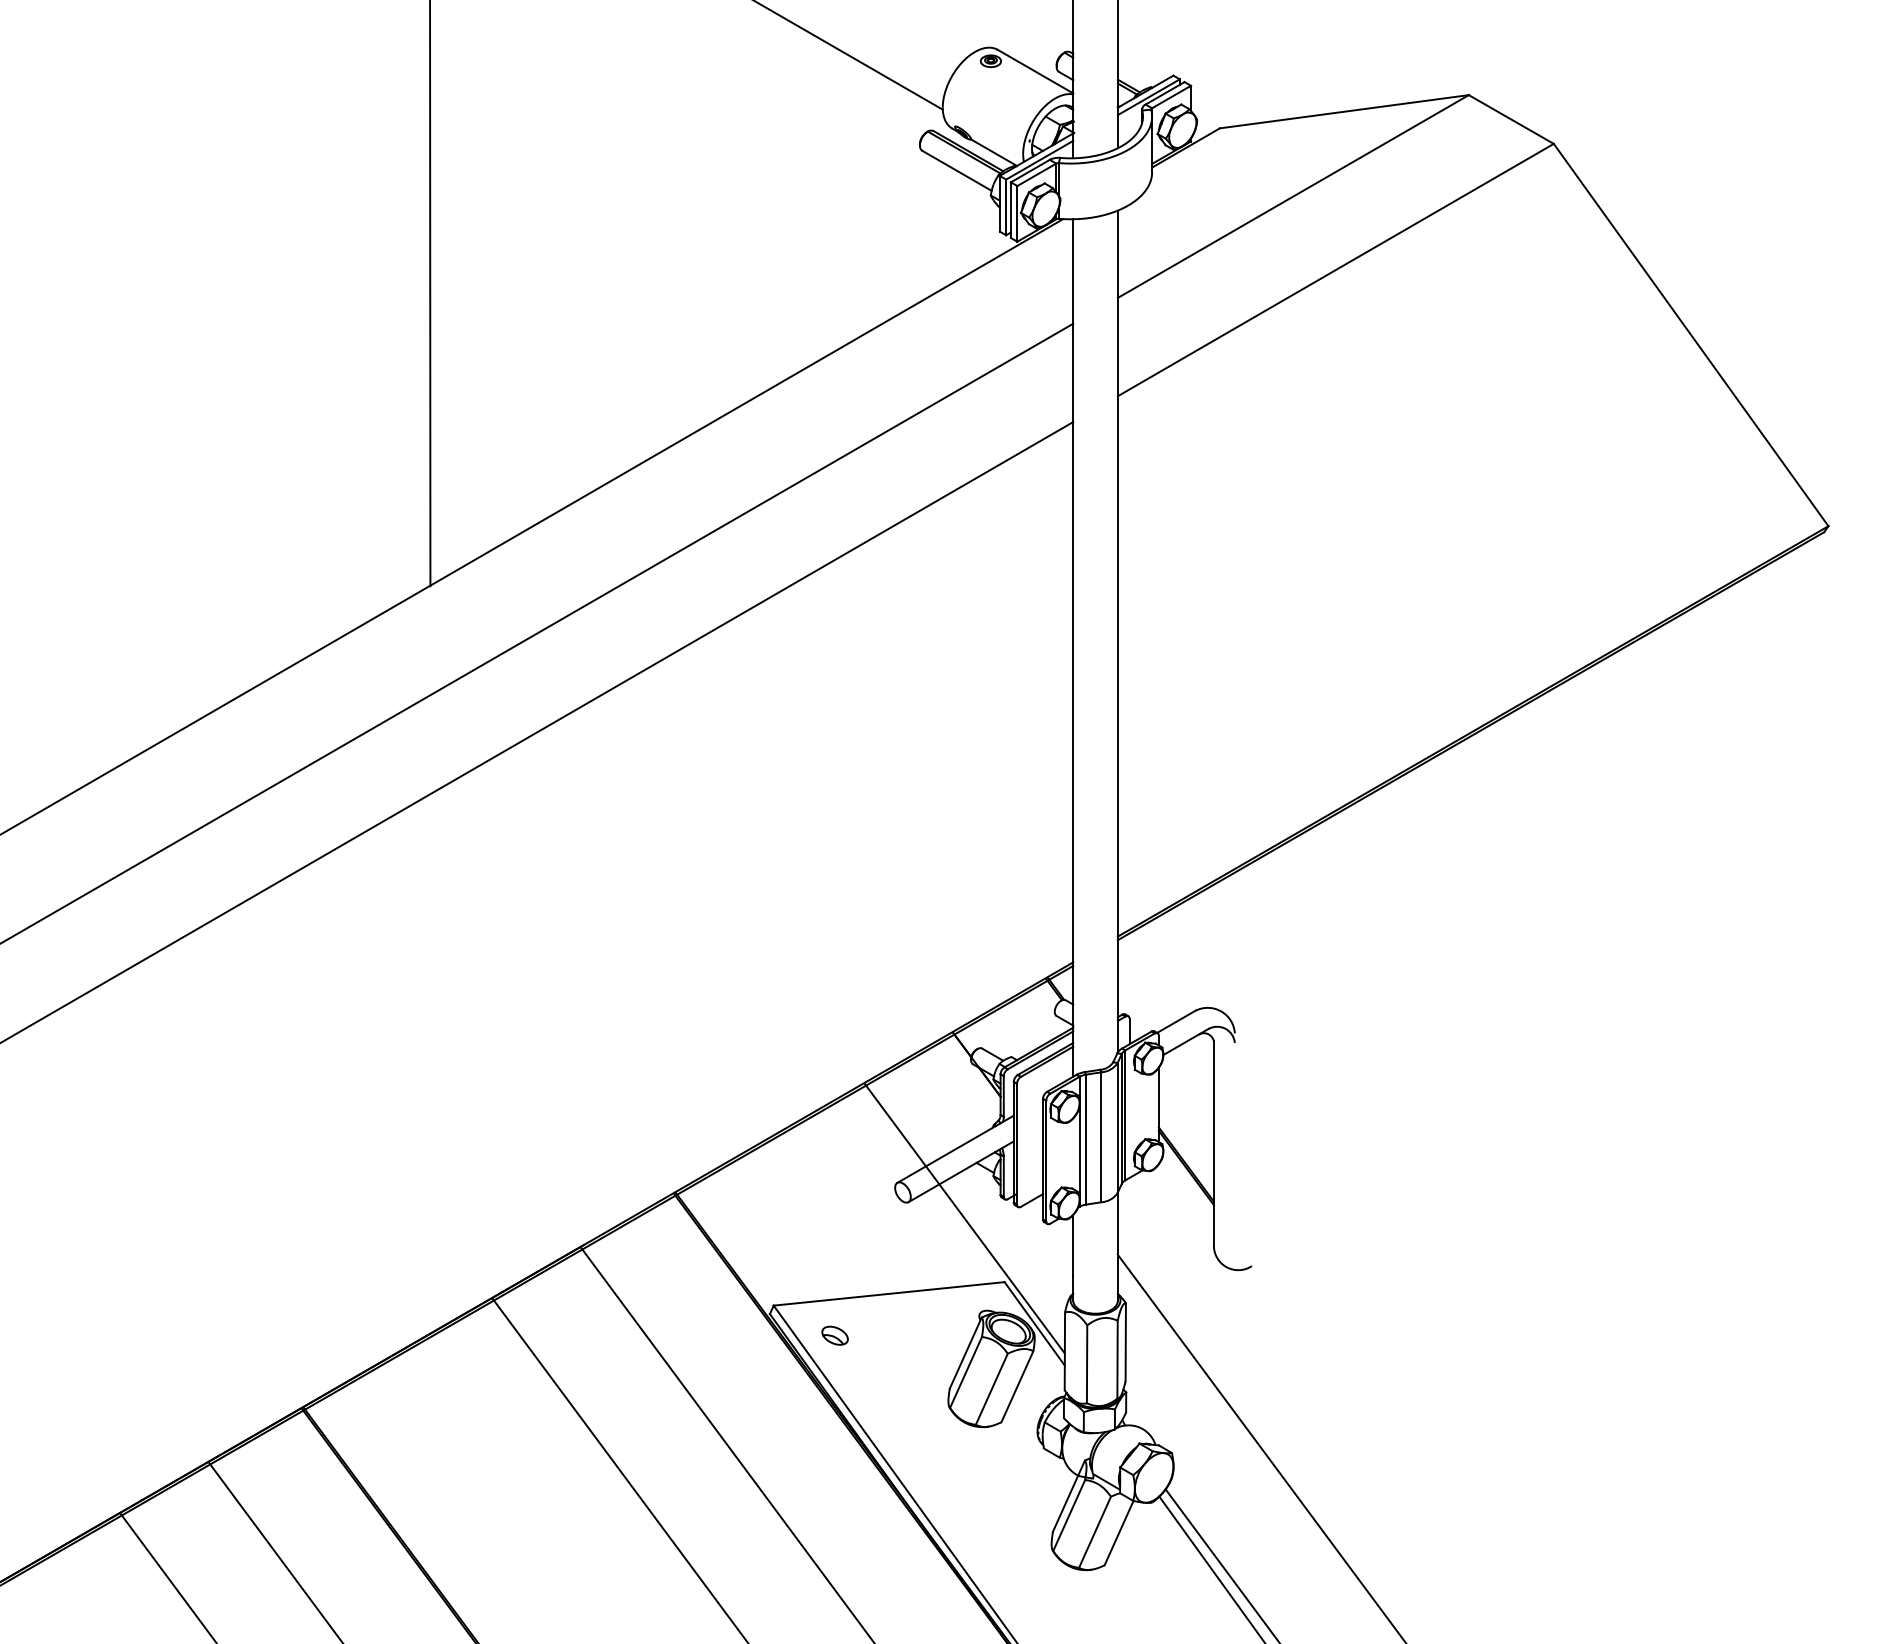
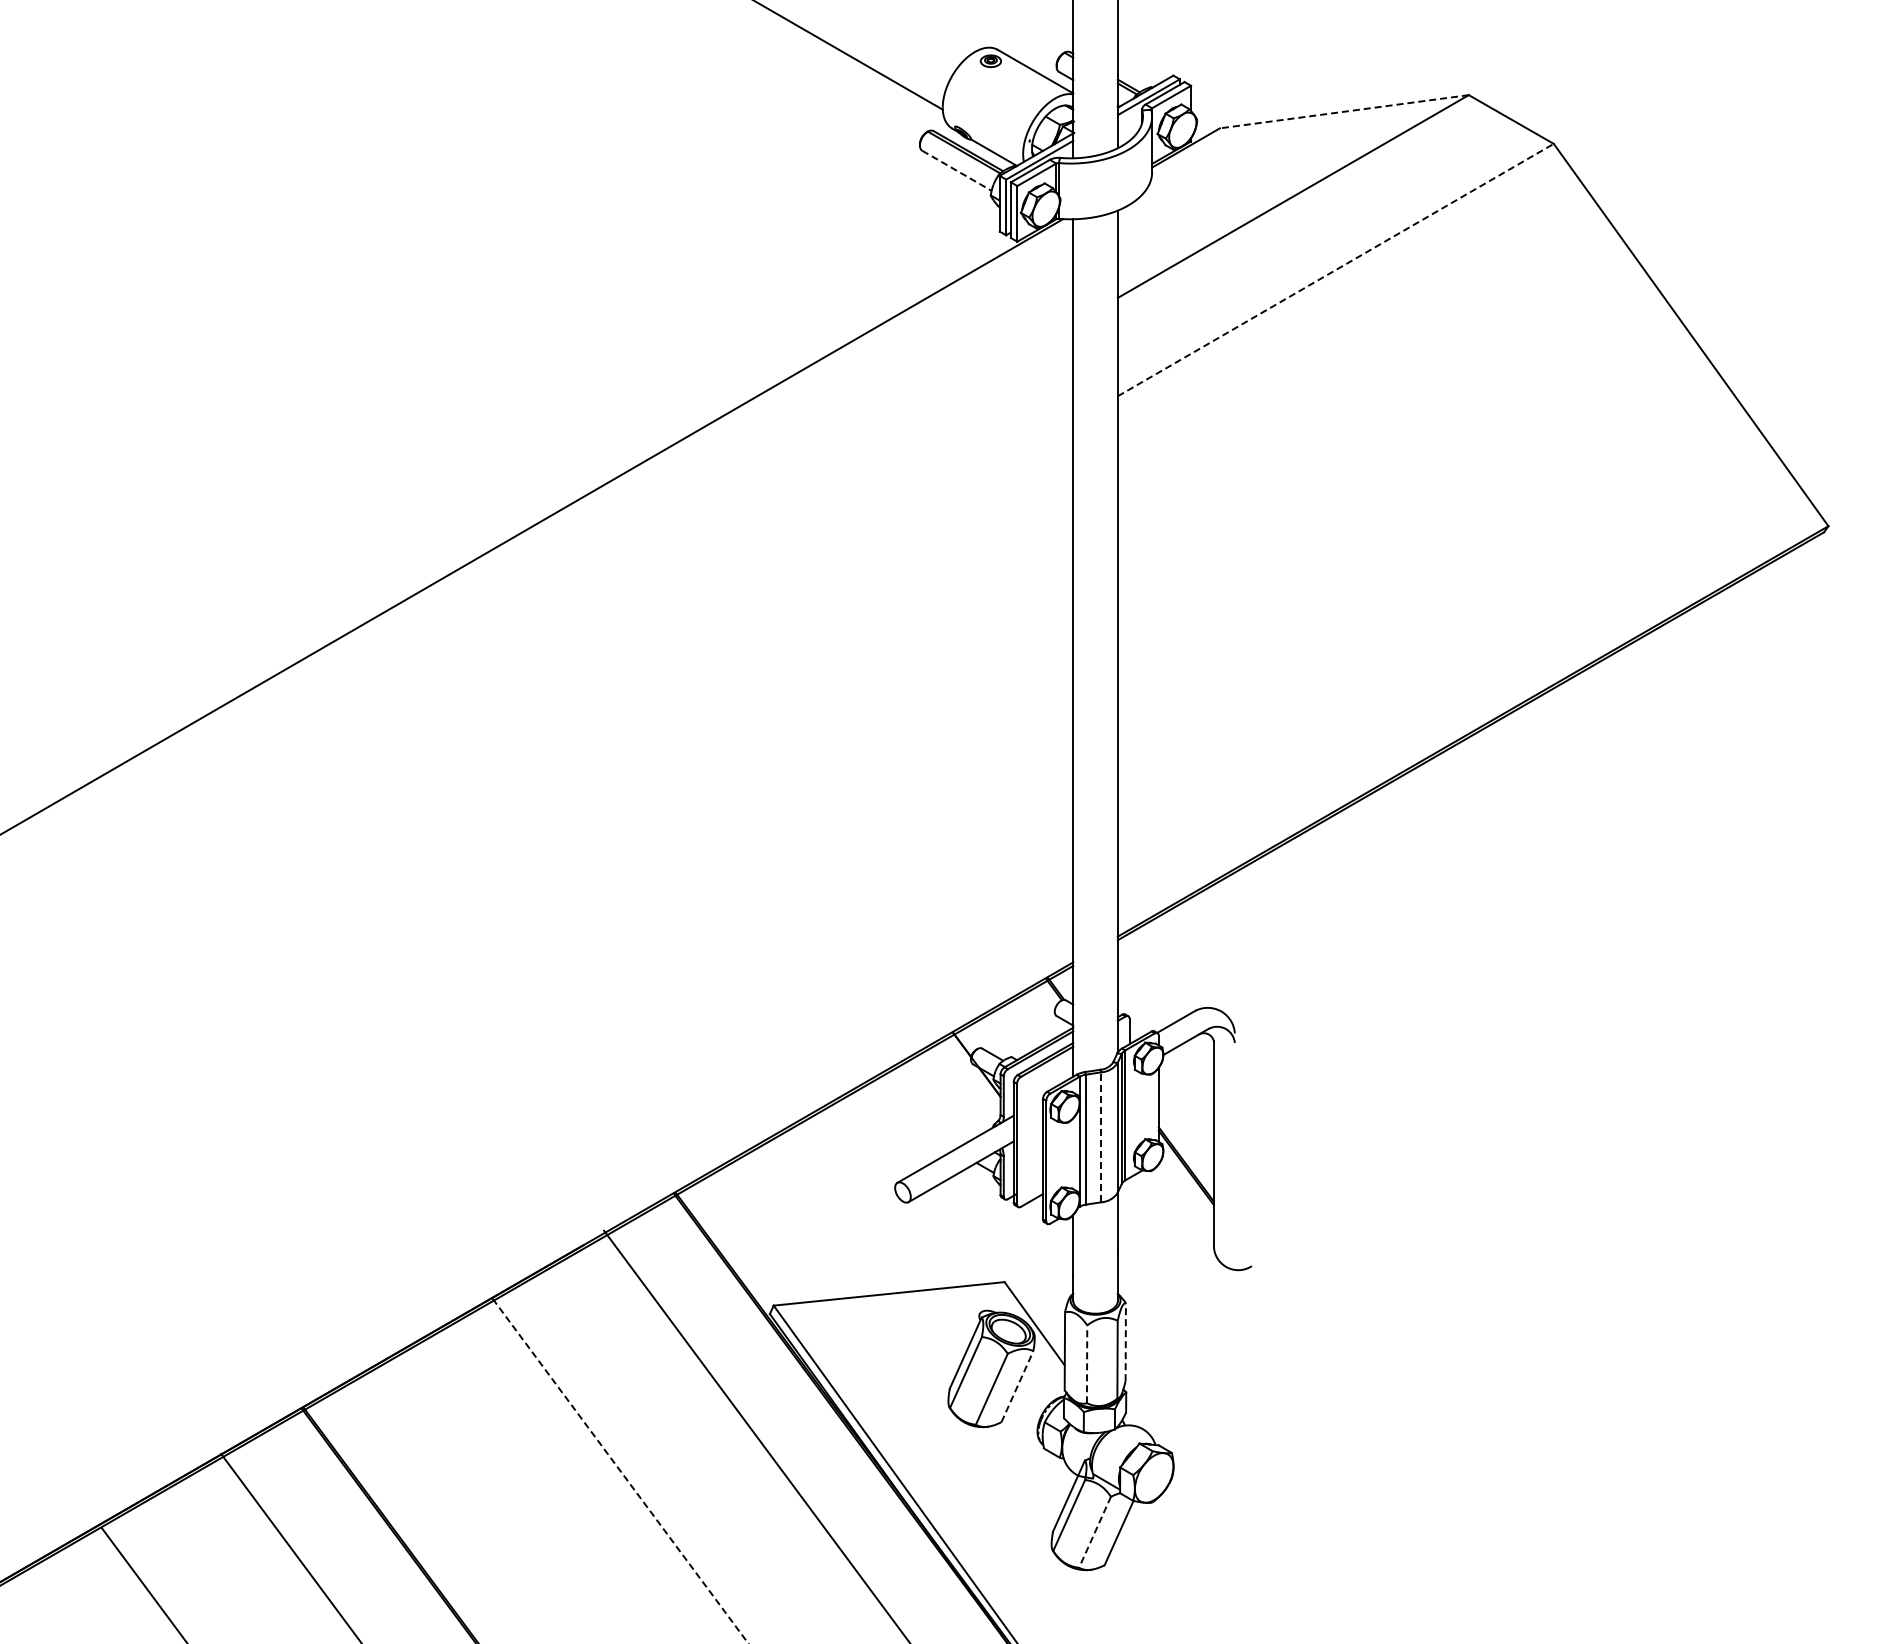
line at (1344, 111): solid -> dashed
line at (957, 171): solid -> dashed
line at (1335, 270): solid -> dashed
line at (430, 294): present -> none
line at (537, 632): present -> none
line at (537, 731): present -> none
line at (1101, 1137): solid -> dashed
line at (964, 1218): present -> none
part at (834, 1335): present -> none
line at (1125, 1342): solid -> dashed
line at (1087, 1364): solid -> dashed
line at (1017, 1386): solid -> dashed
line at (726, 1443) position: (726, 1443) -> (756, 1435)
line at (1260, 1447): present -> none
line at (620, 1471): solid -> dashed
line at (1095, 1532): solid -> dashed
line at (274, 1551) position: (274, 1551) -> (290, 1546)
line at (1221, 1564): present -> none
line at (1211, 1568): present -> none
line at (167, 1577) position: (167, 1577) -> (143, 1584)
